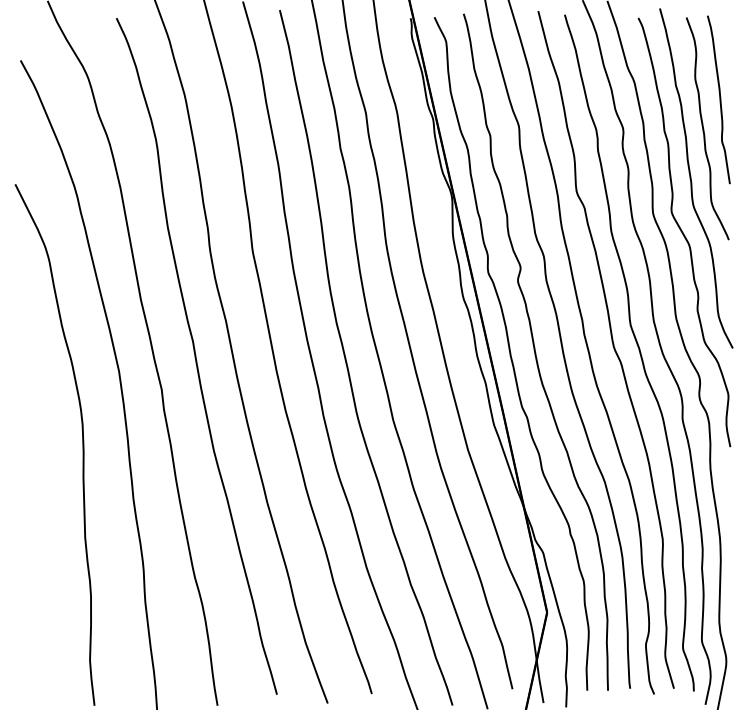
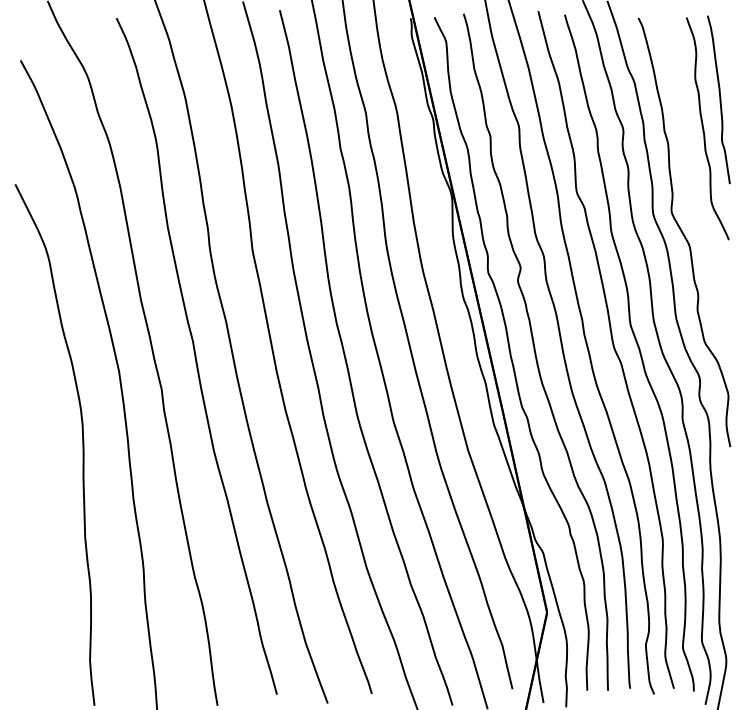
curve at (691, 178): present -> none
